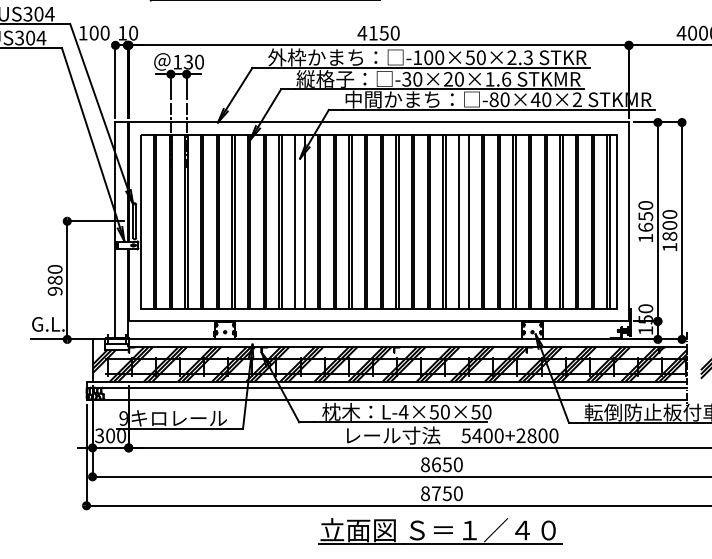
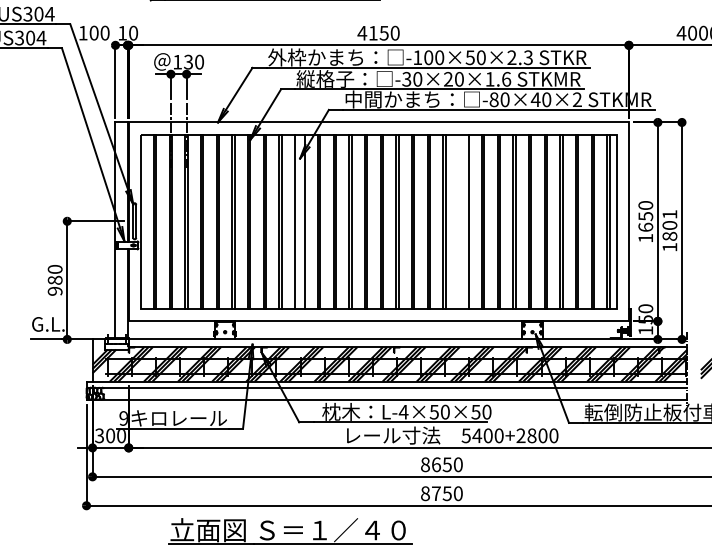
text at (669, 214): 1800 -> 1801
line at (458, 221): present -> none
part at (440, 531) position: (440, 531) -> (290, 531)
